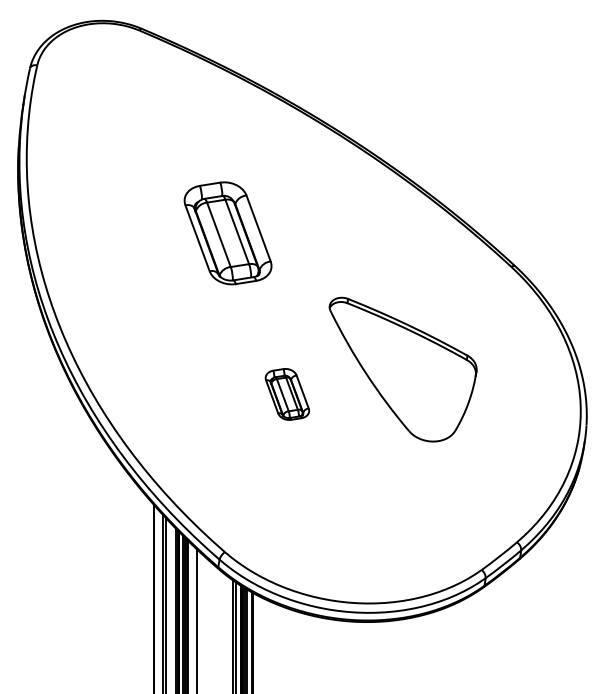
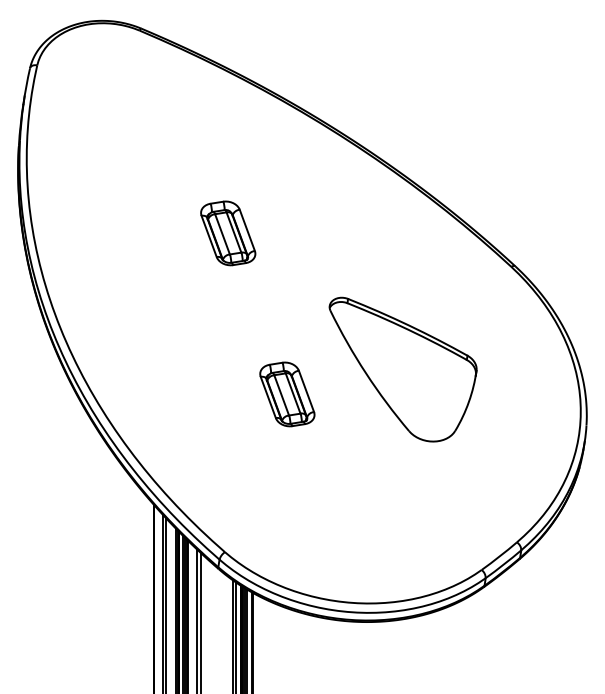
part at (227, 233) size: 90x105 px -> 57x67 px
part at (286, 394) size: 46x53 px -> 57x67 px
line at (201, 621): none -> present
